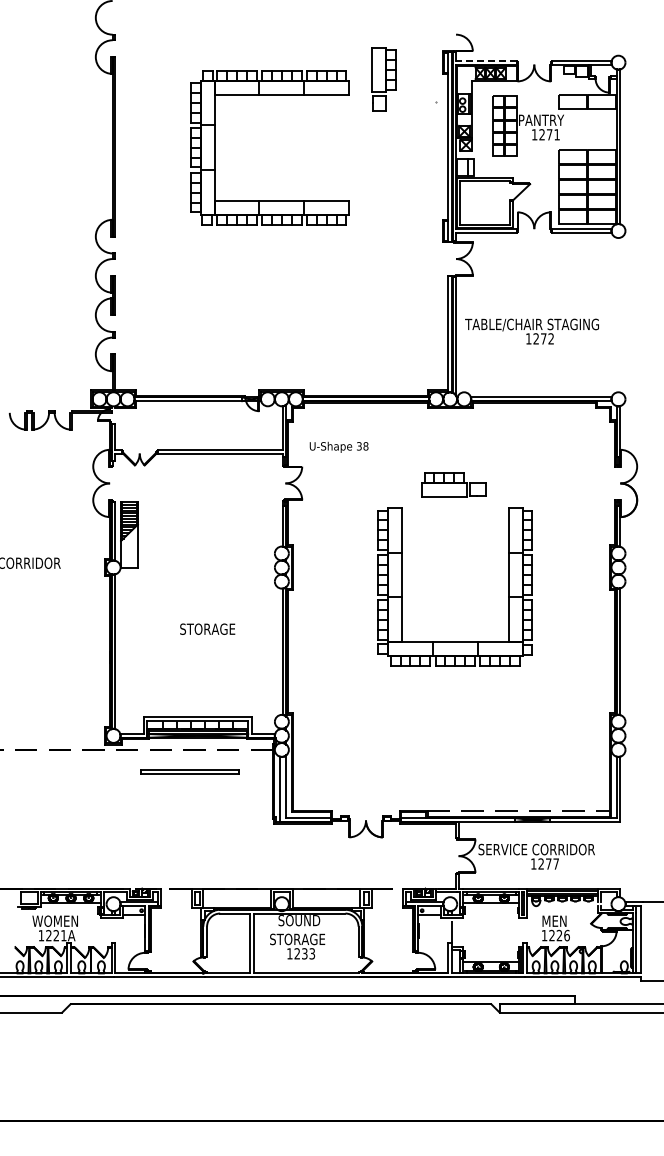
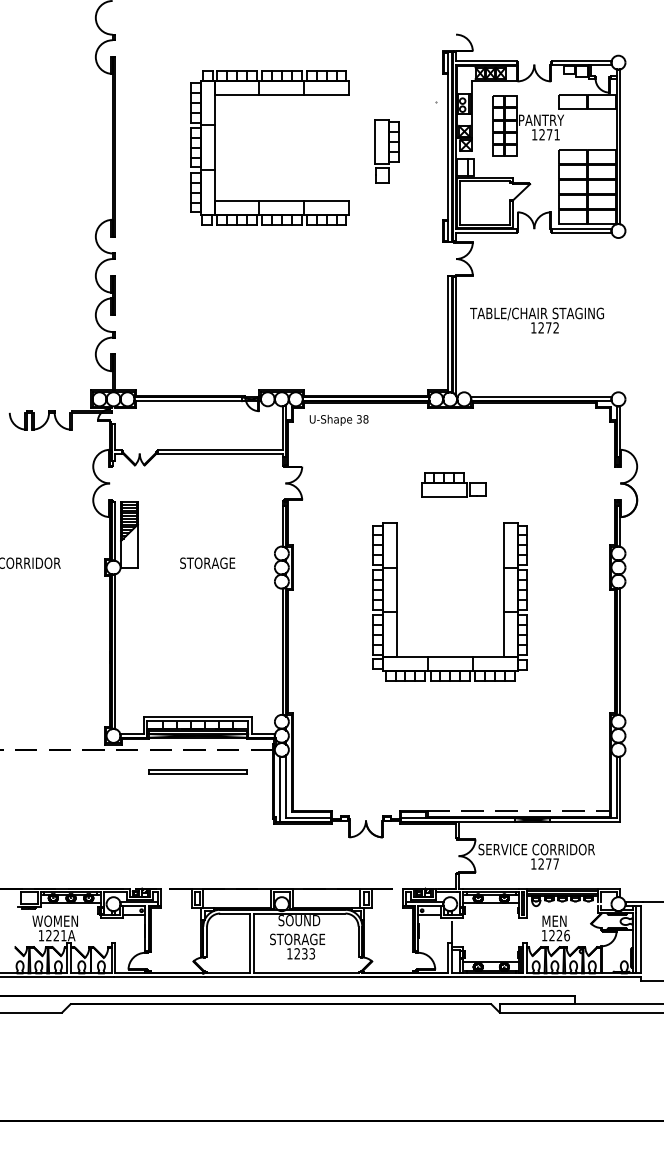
line at (485, 60): dashed -> solid
part at (383, 79) position: (383, 79) -> (386, 151)
text at (531, 331) position: (531, 331) -> (536, 320)
text at (338, 446) position: (338, 446) -> (338, 419)
part at (402, 586) position: (402, 586) -> (397, 601)
text at (207, 628) position: (207, 628) -> (207, 562)
part at (189, 771) position: (189, 771) -> (197, 771)
